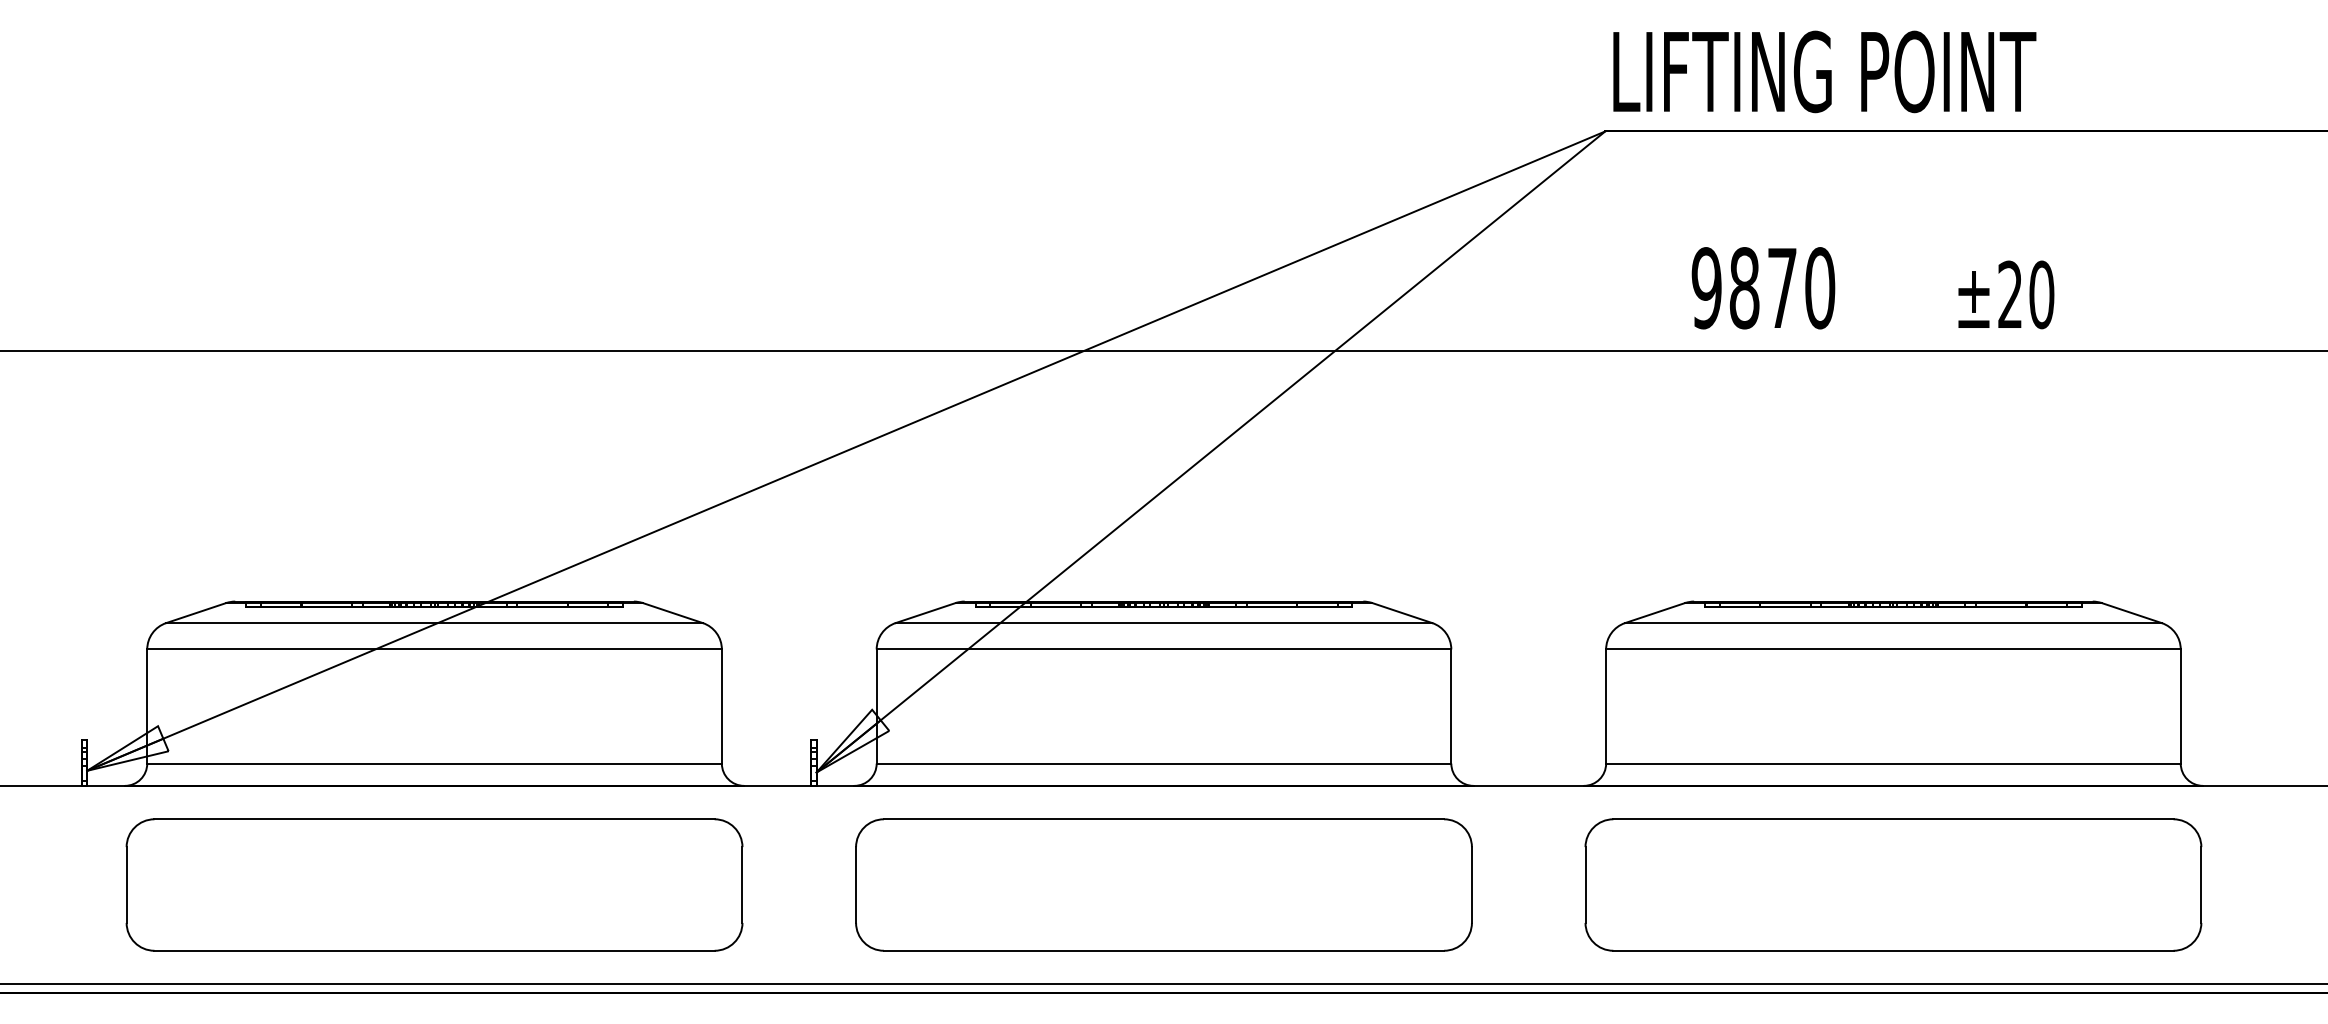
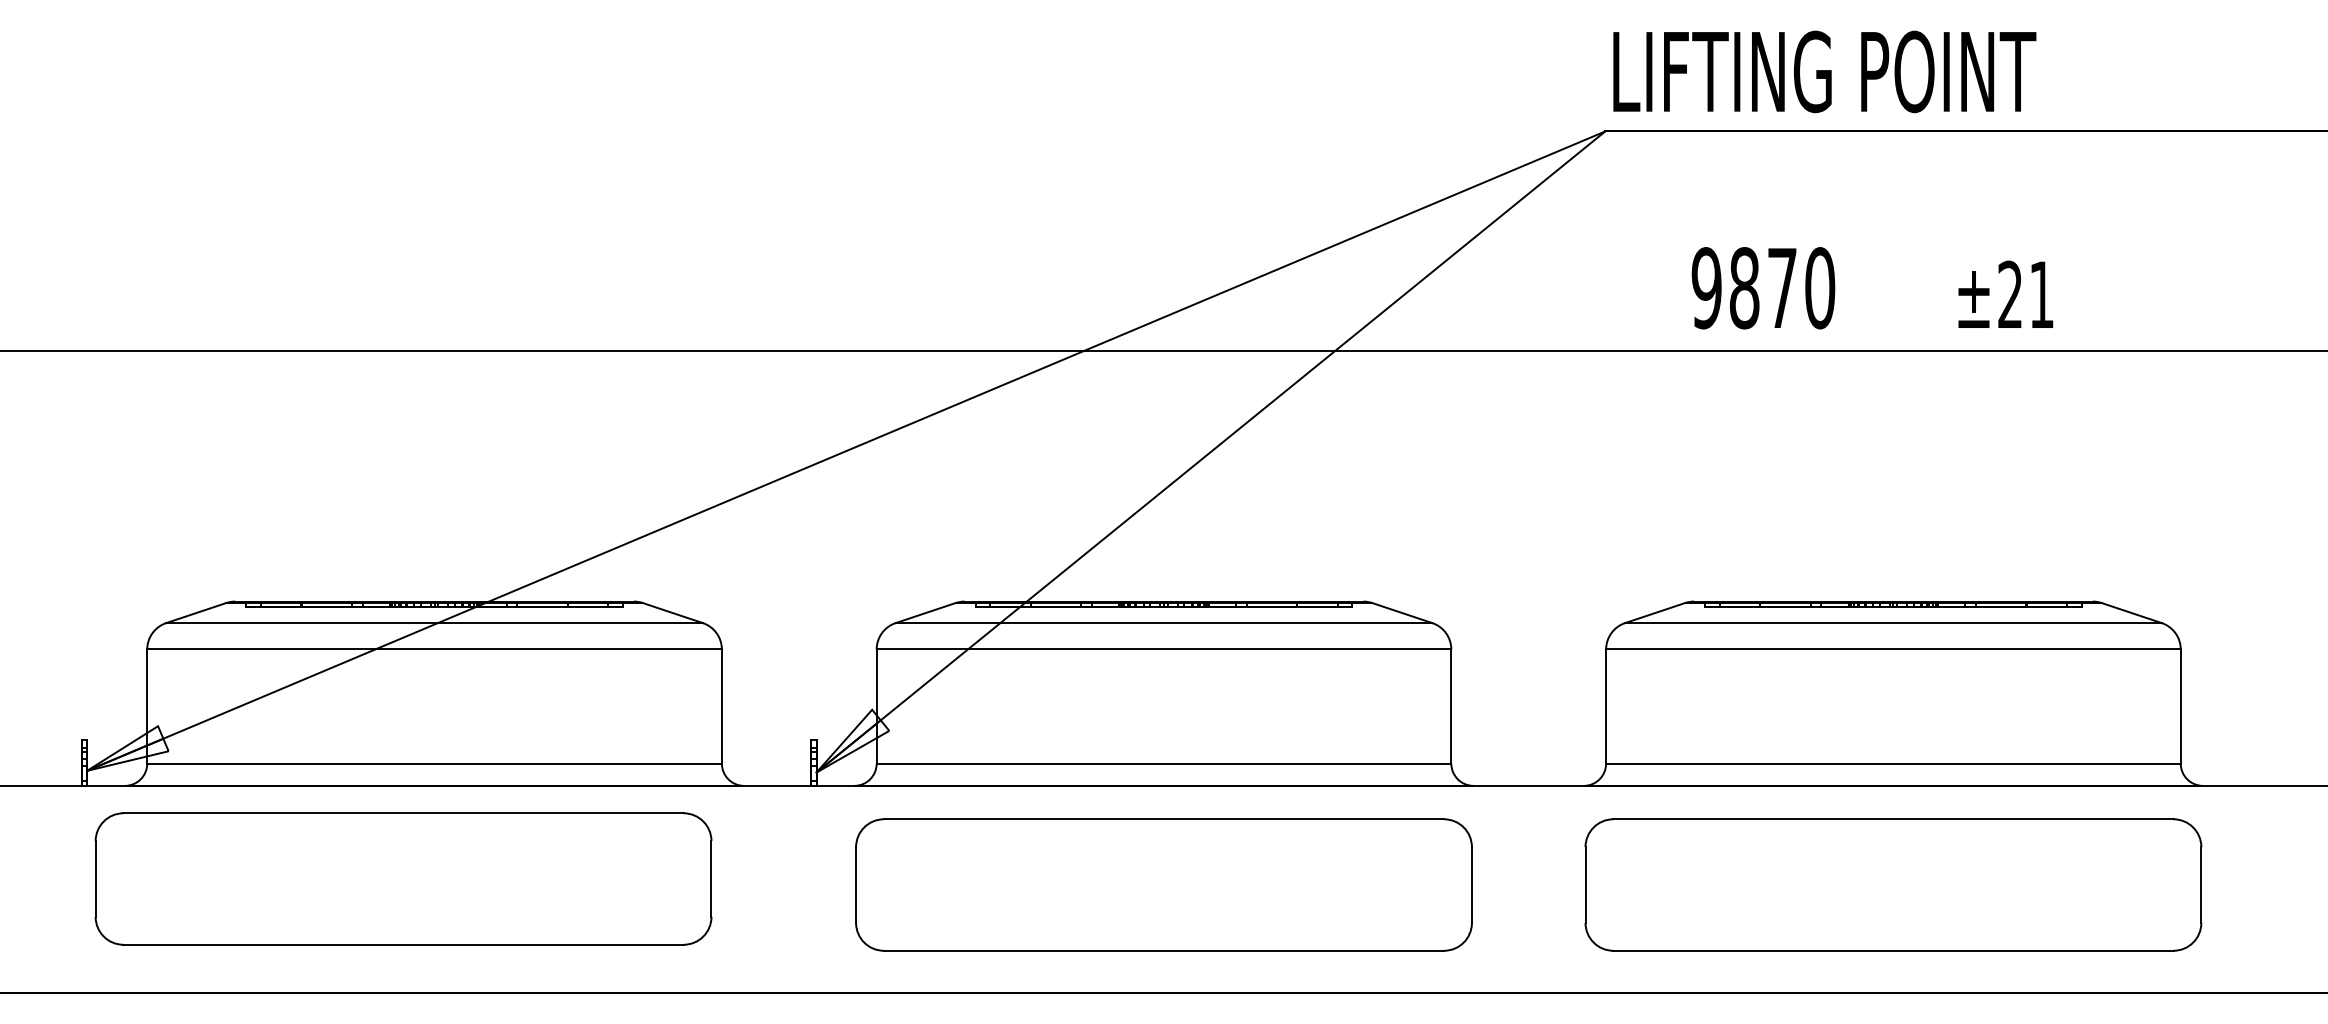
text at (2041, 294): ±20 -> ±21
part at (434, 884) position: (434, 884) -> (403, 878)
line at (1163, 984): present -> none
